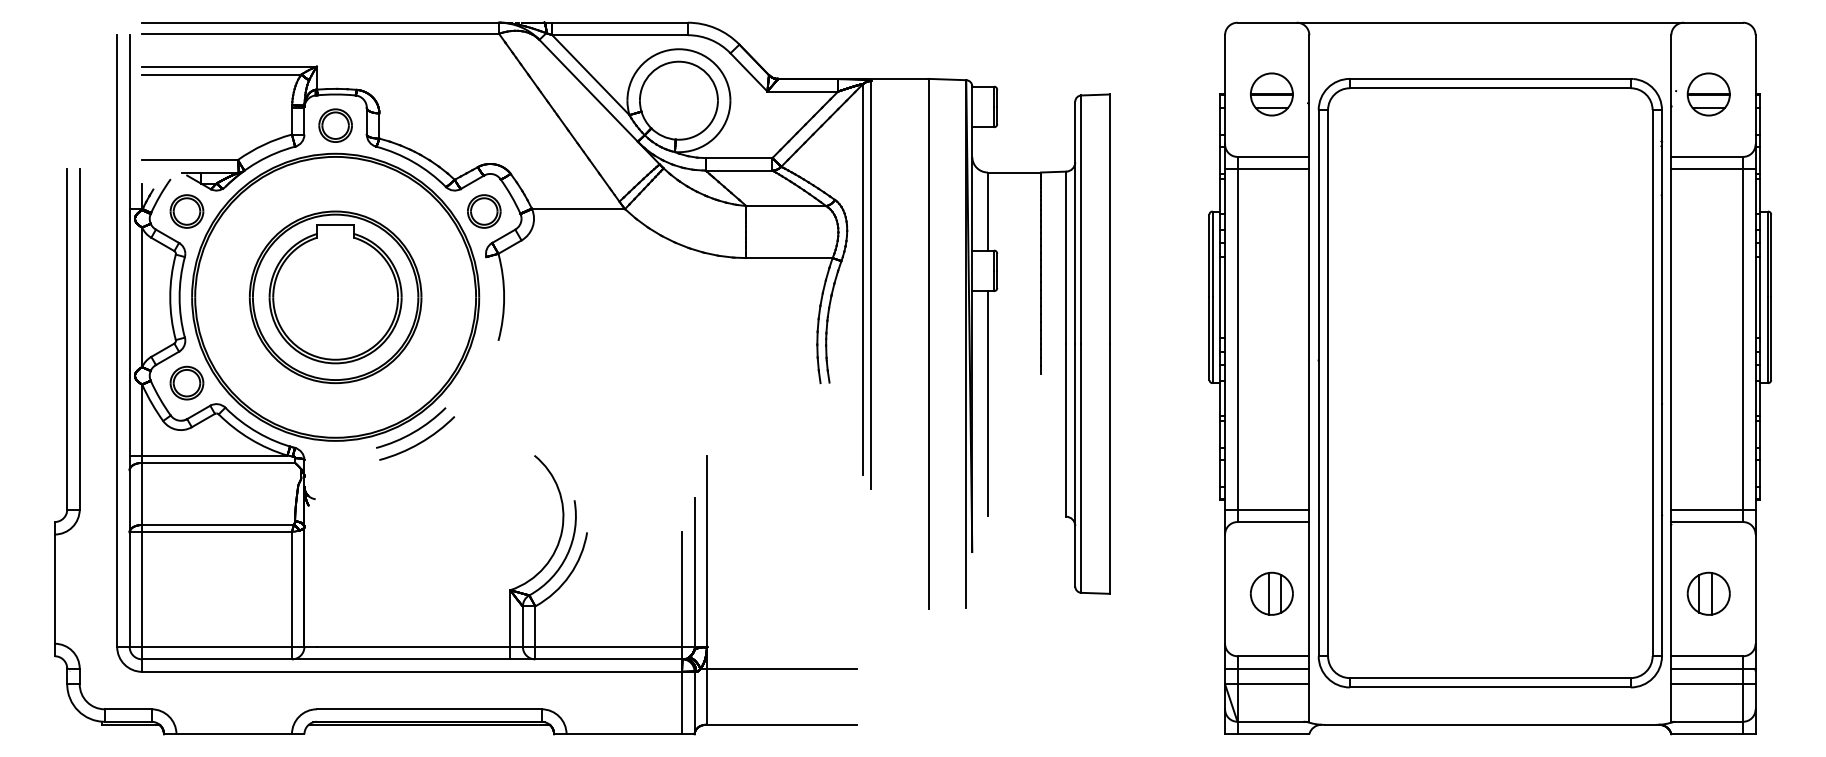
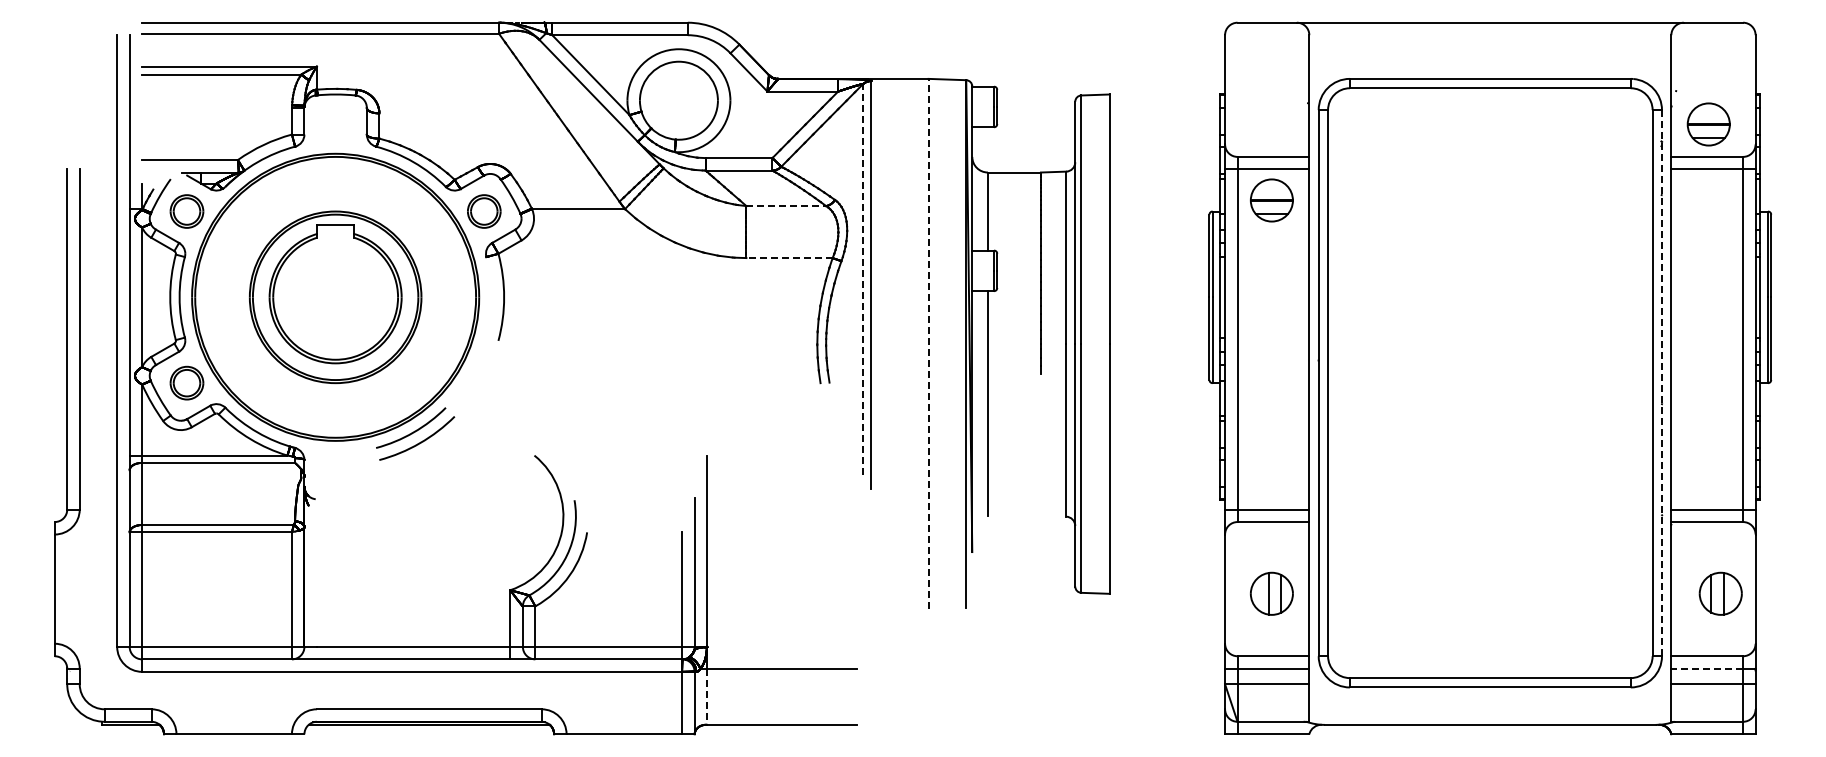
part at (1271, 94) position: (1271, 94) -> (1271, 200)
part at (1708, 94) position: (1708, 94) -> (1708, 124)
part at (335, 125): present -> none
line at (786, 206): solid -> dashed
line at (789, 258): solid -> dashed
line at (862, 279): solid -> dashed
line at (928, 343): solid -> dashed
line at (1661, 382): solid -> dashed
part at (1708, 593) position: (1708, 593) -> (1720, 593)
line at (1707, 668): solid -> dashed
line at (707, 697): solid -> dashed
